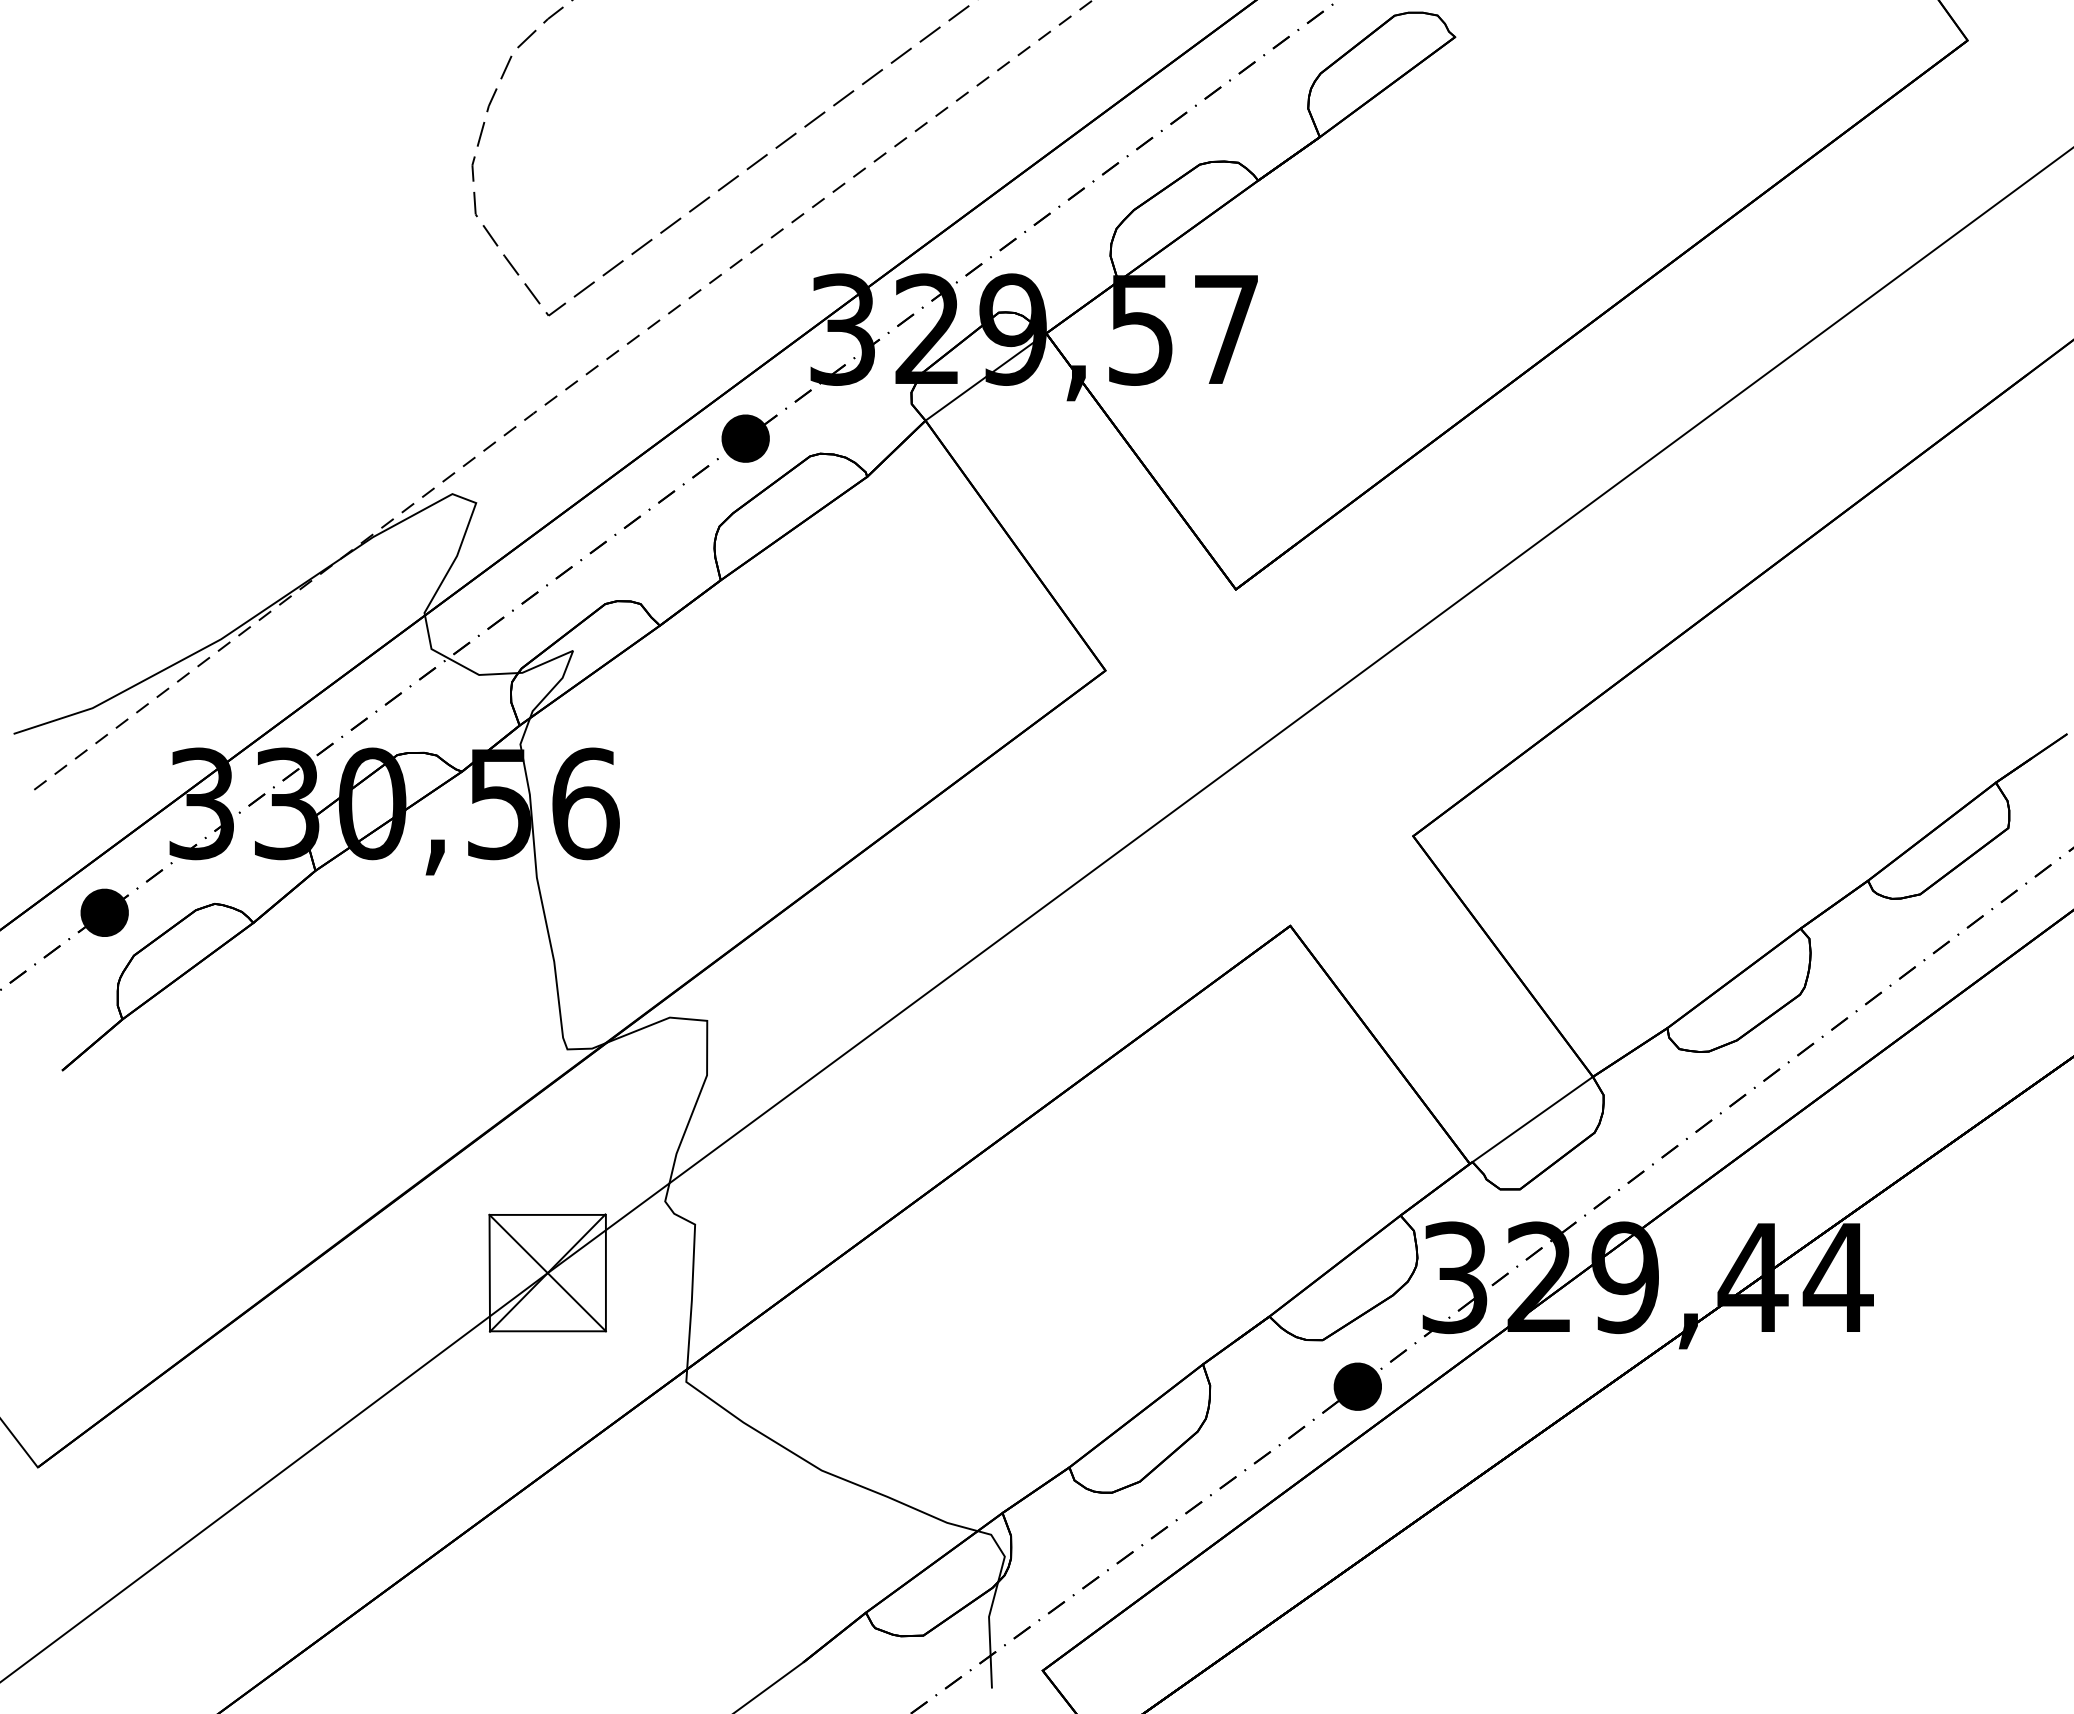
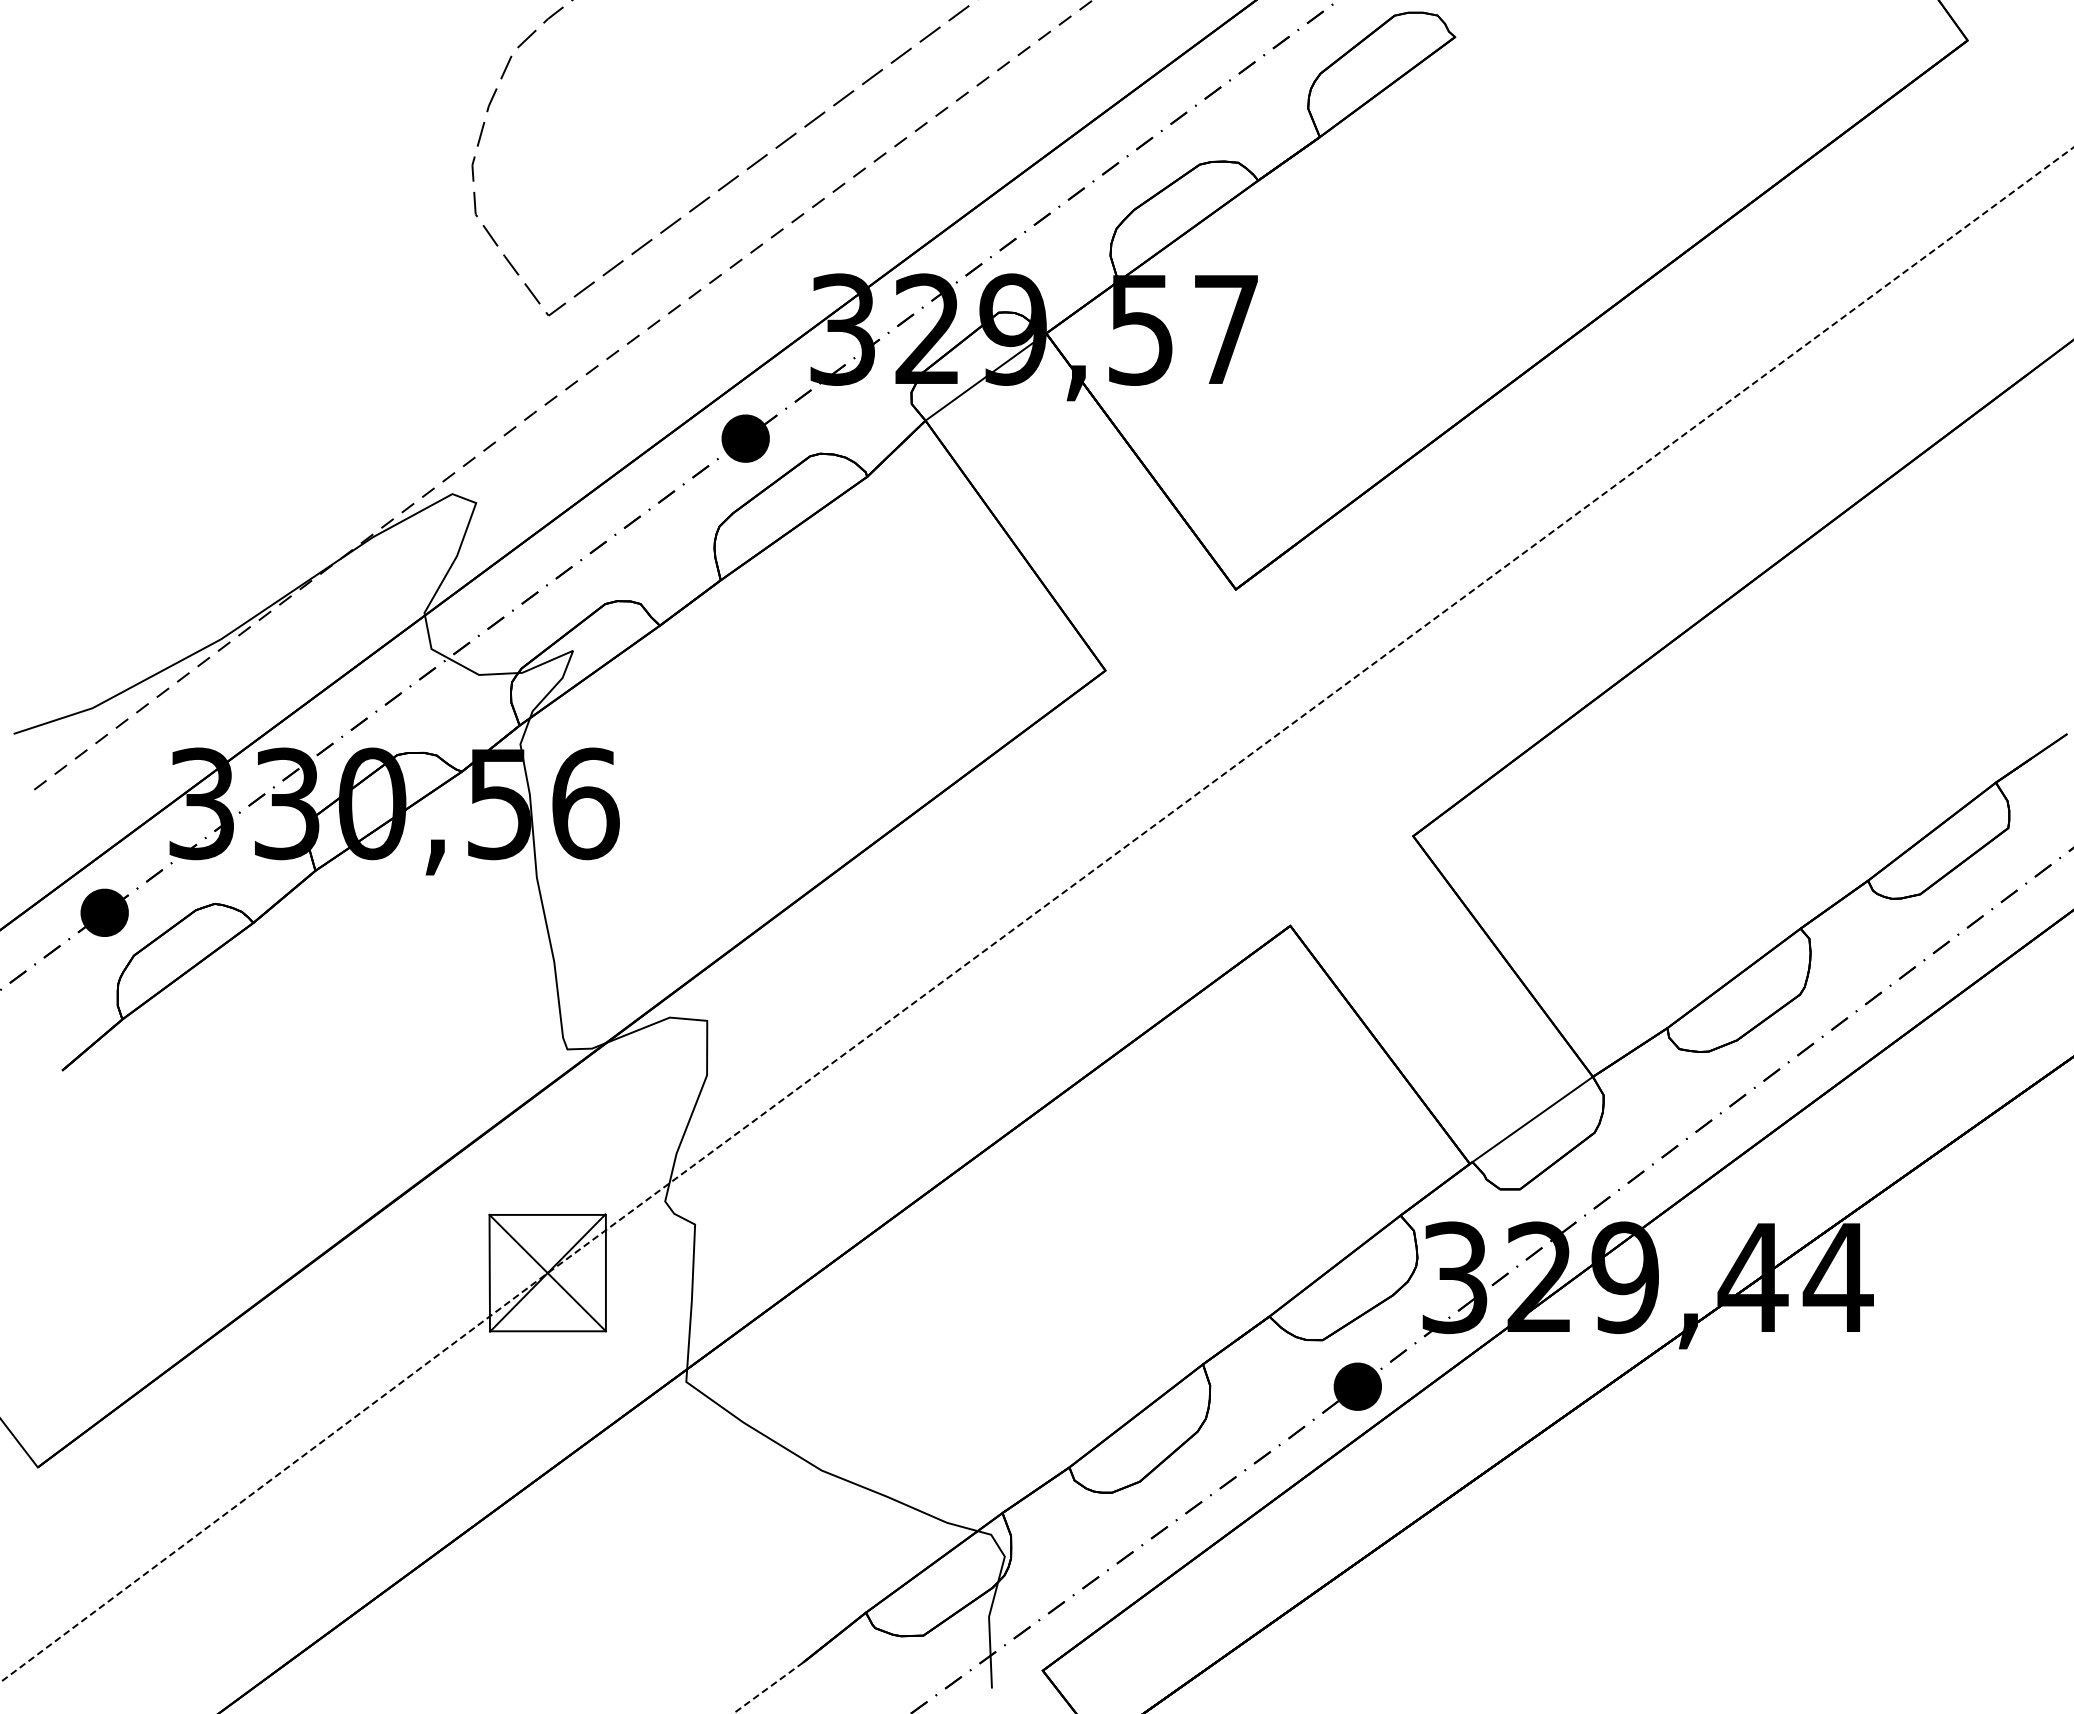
line at (1035, 913): solid -> dashed
line at (767, 1688): solid -> dashed
